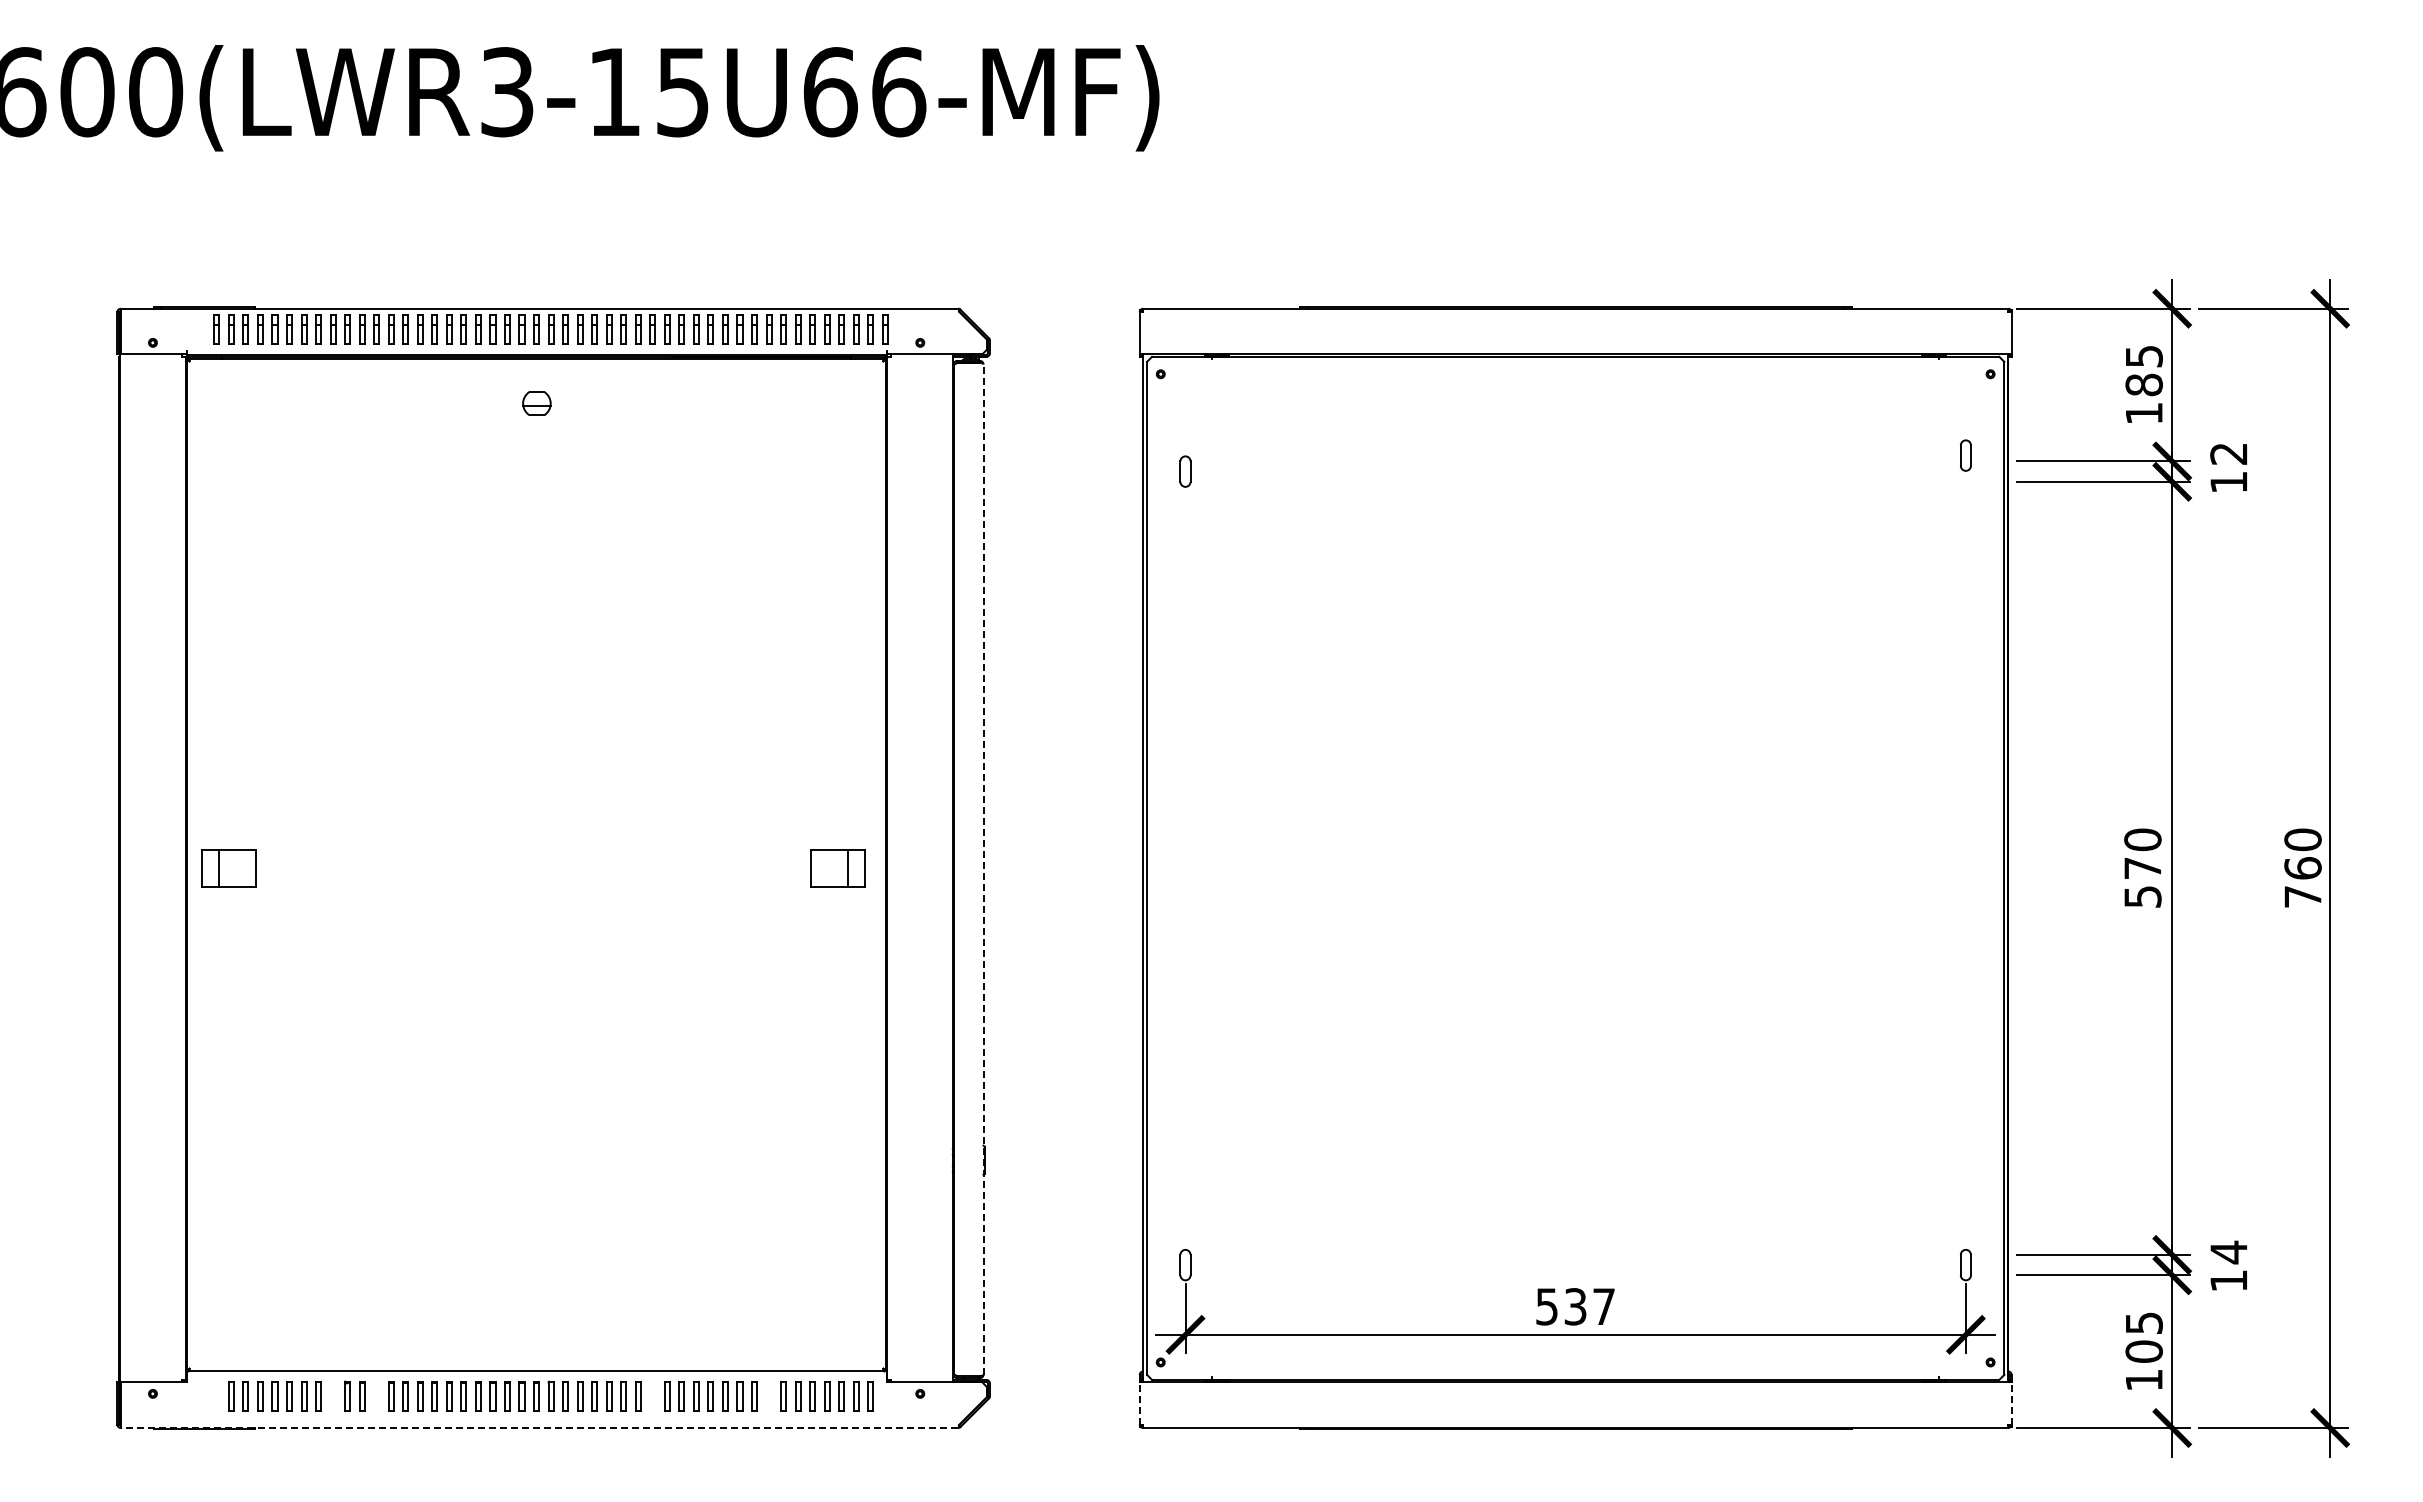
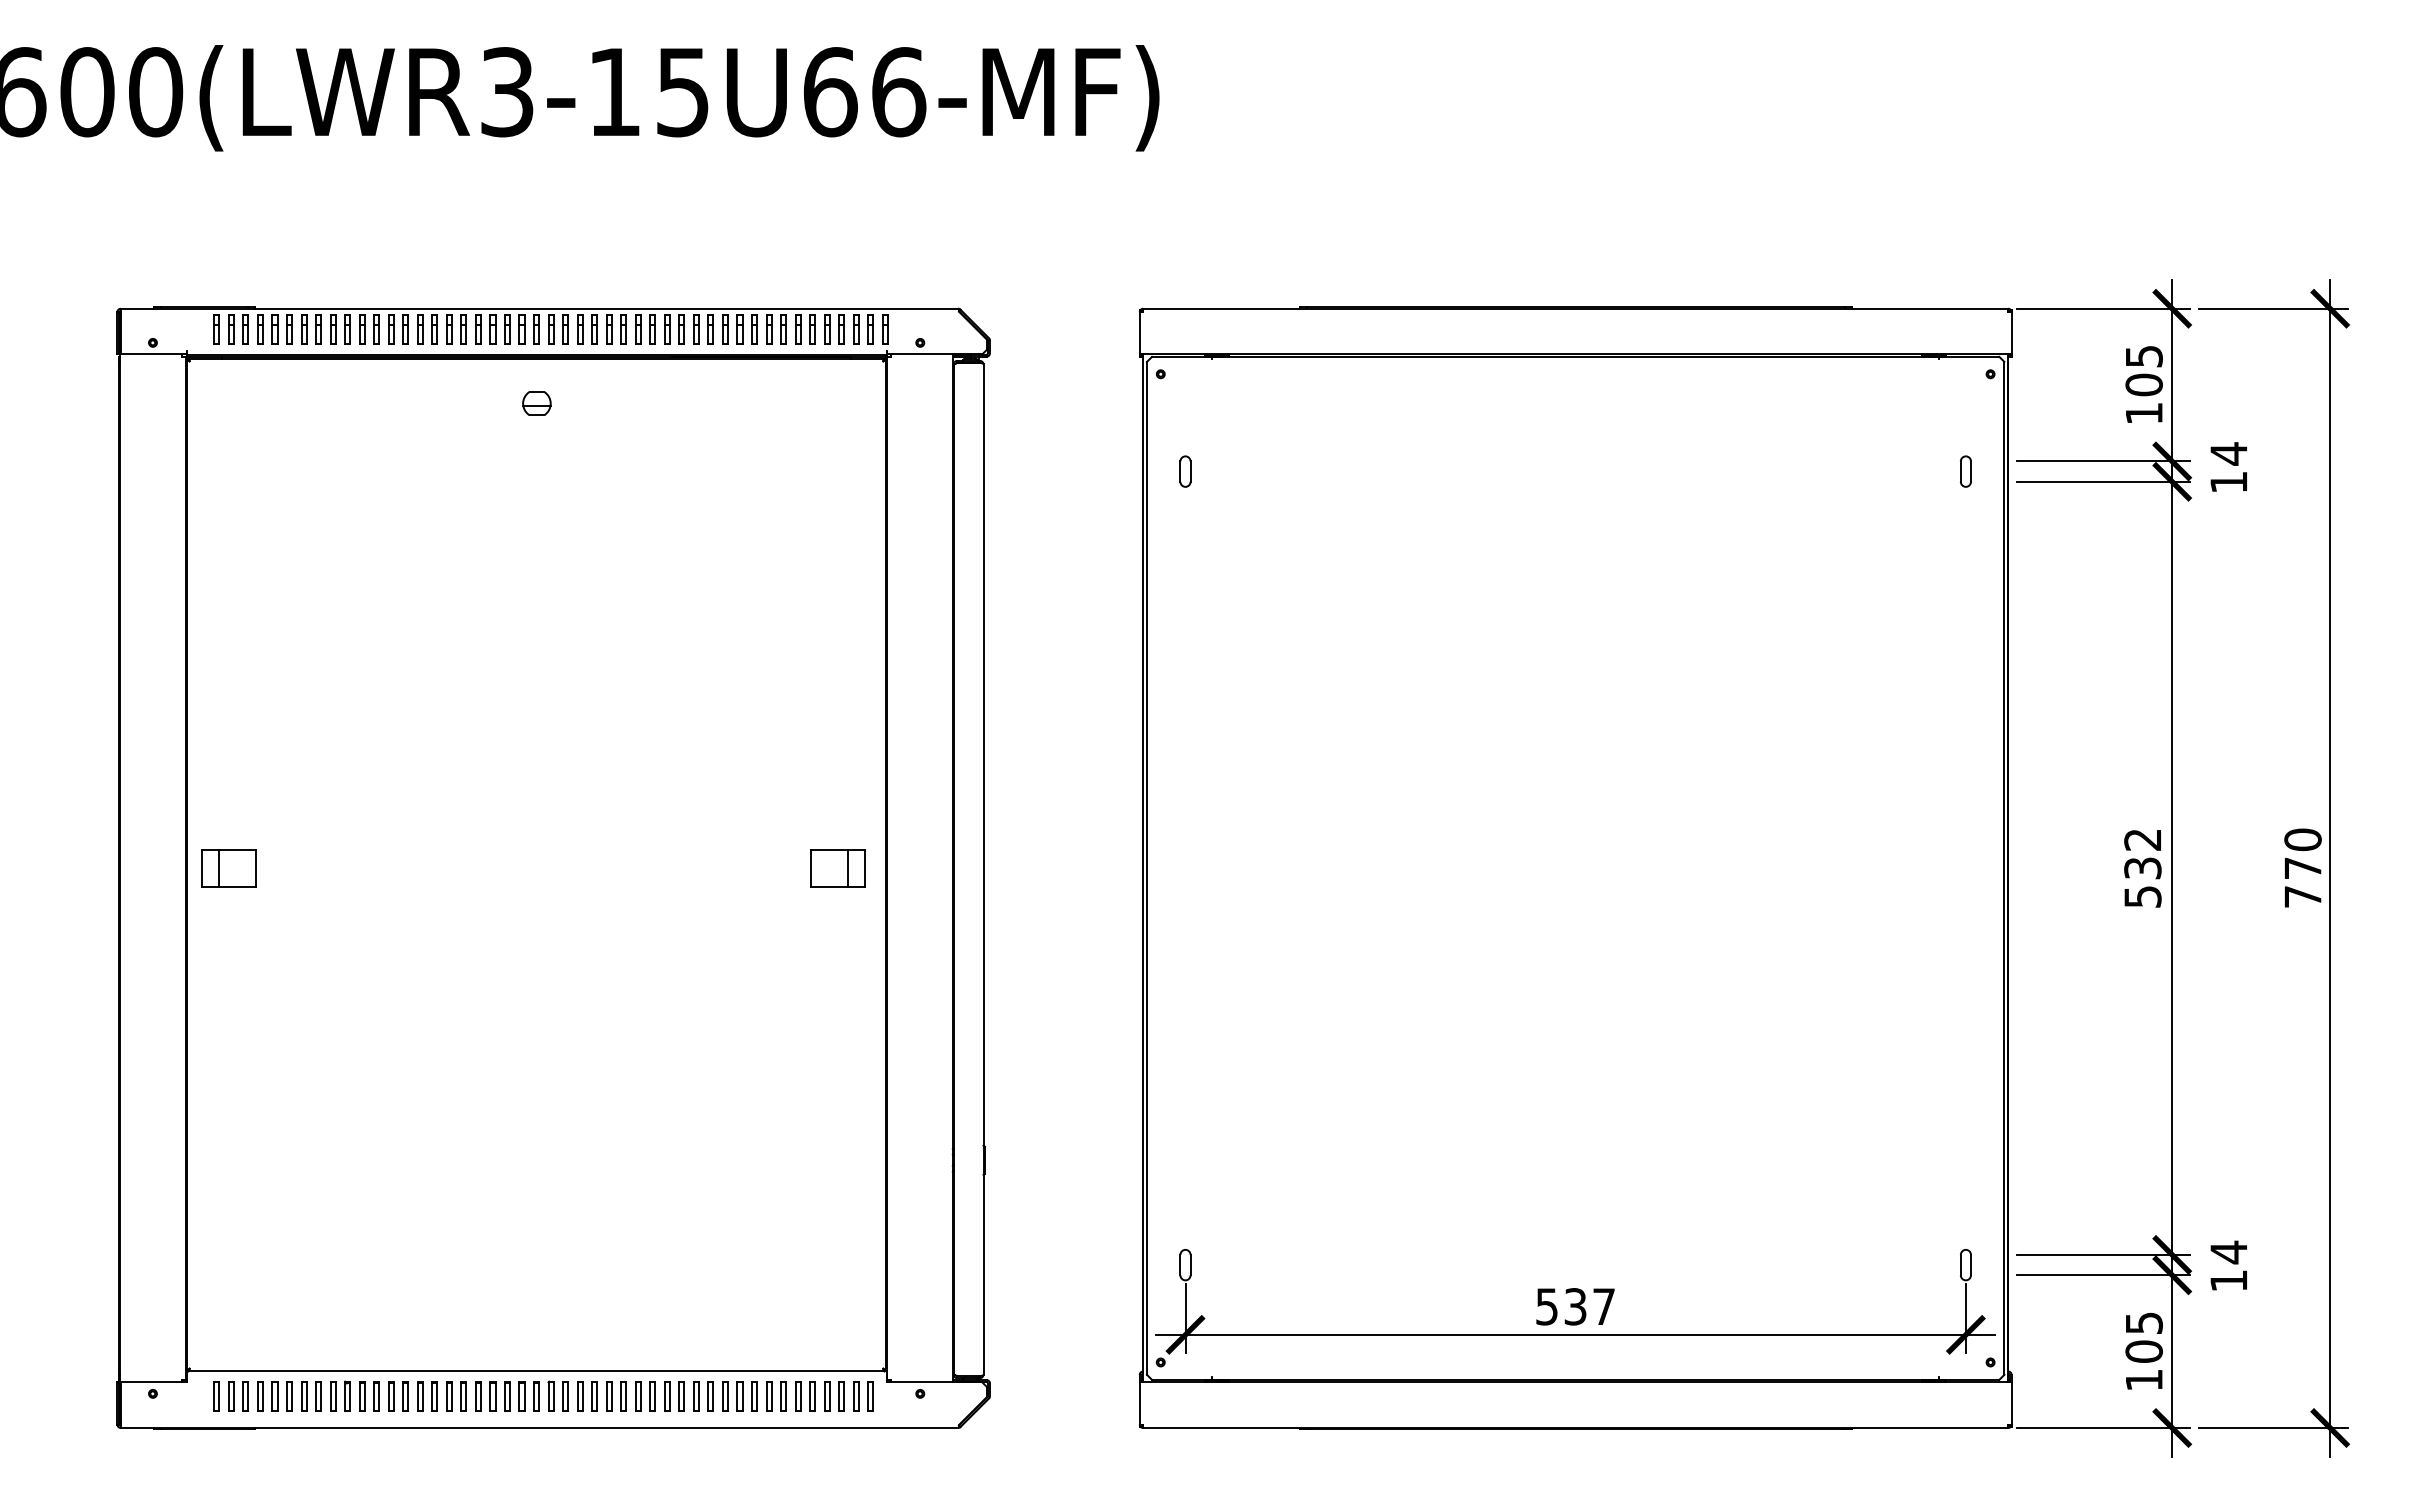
text at (2143, 384): 185 -> 105
text at (2228, 453): 12 -> 14
part at (1965, 455) position: (1965, 455) -> (1965, 471)
text at (2142, 853): 570 -> 532
text at (2302, 868): 760 -> 770
line at (983, 869): dashed -> solid
part at (216, 1396): none -> present
part at (333, 1396): none -> present
part at (376, 1396): none -> present
part at (652, 1396): none -> present
part at (769, 1396): none -> present
line at (1139, 1402): dashed -> solid
line at (2011, 1402): dashed -> solid
line at (539, 1428): dashed -> solid
